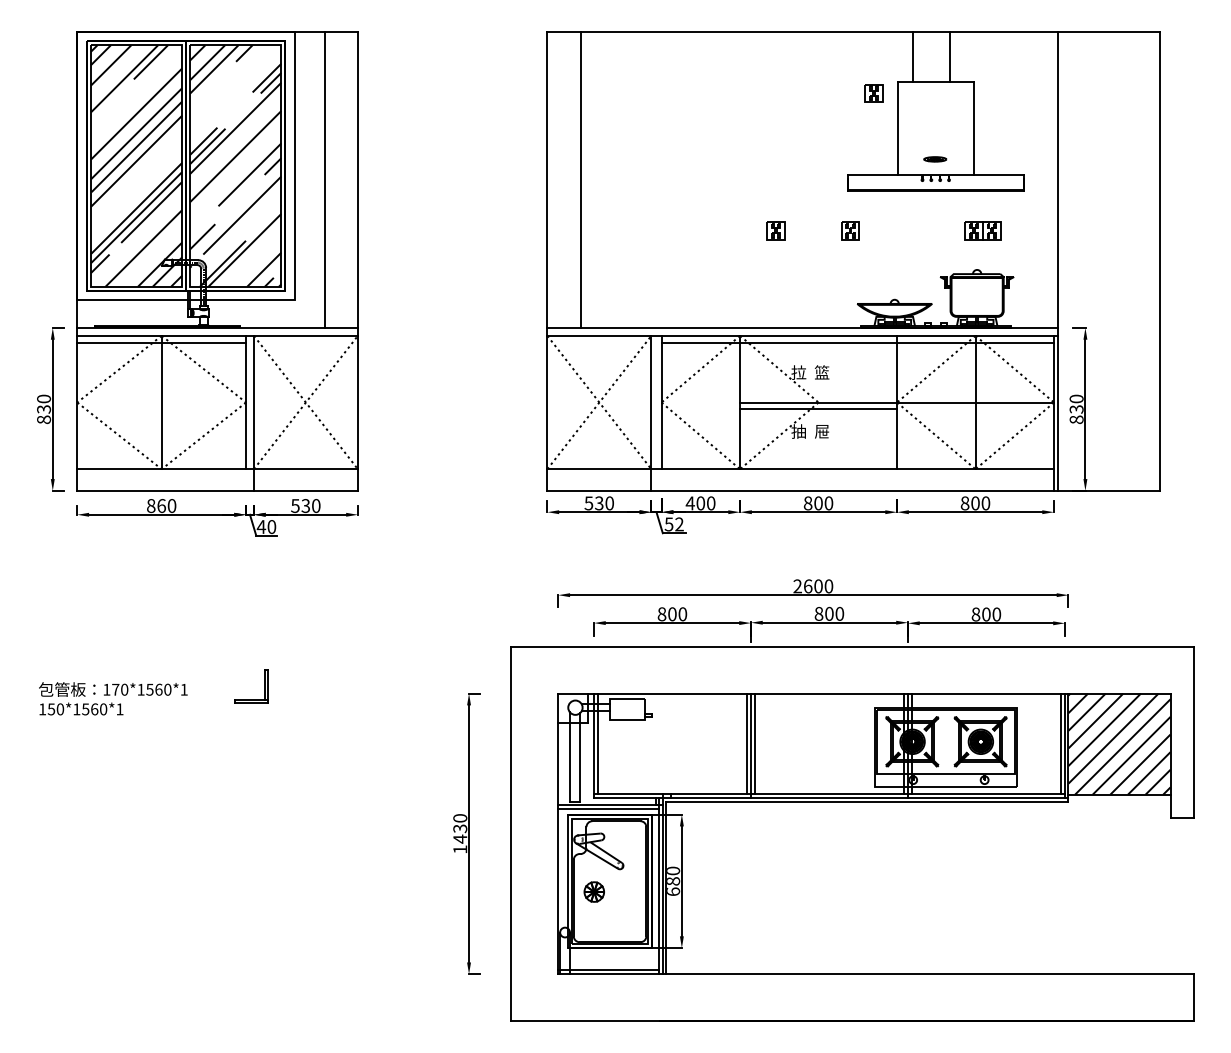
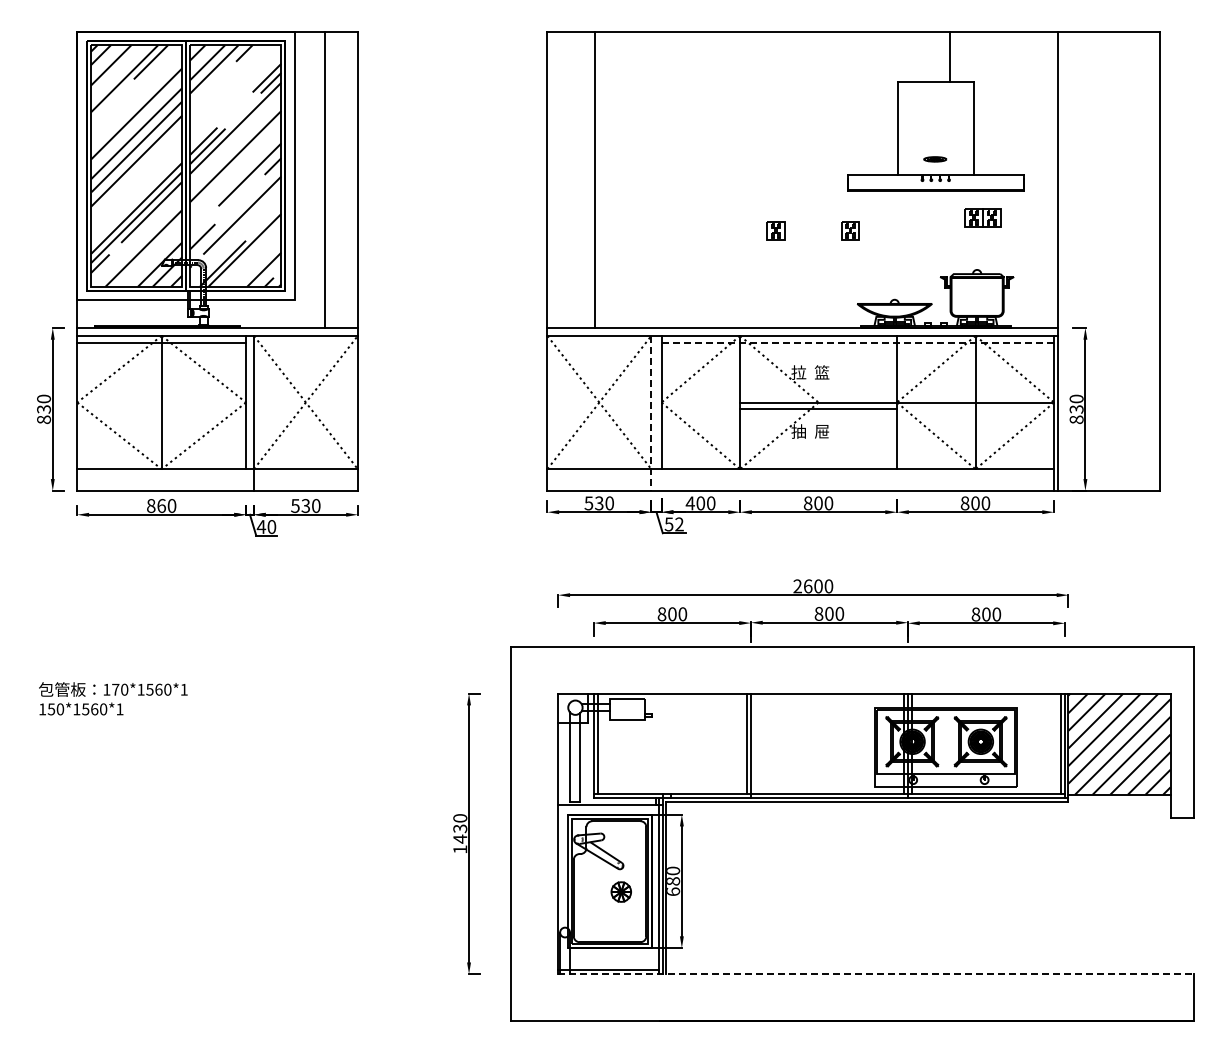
line at (912, 56): present -> none
part at (873, 93): present -> none
line at (580, 179) position: (580, 179) -> (594, 179)
part at (982, 230) position: (982, 230) -> (982, 217)
line at (858, 342): solid -> dashed
line at (651, 413): solid -> dashed
part at (264, 686): present -> none
line at (754, 743): present -> none
line at (608, 809): present -> none
part at (593, 891) position: (593, 891) -> (620, 891)
line at (876, 974): solid -> dashed
